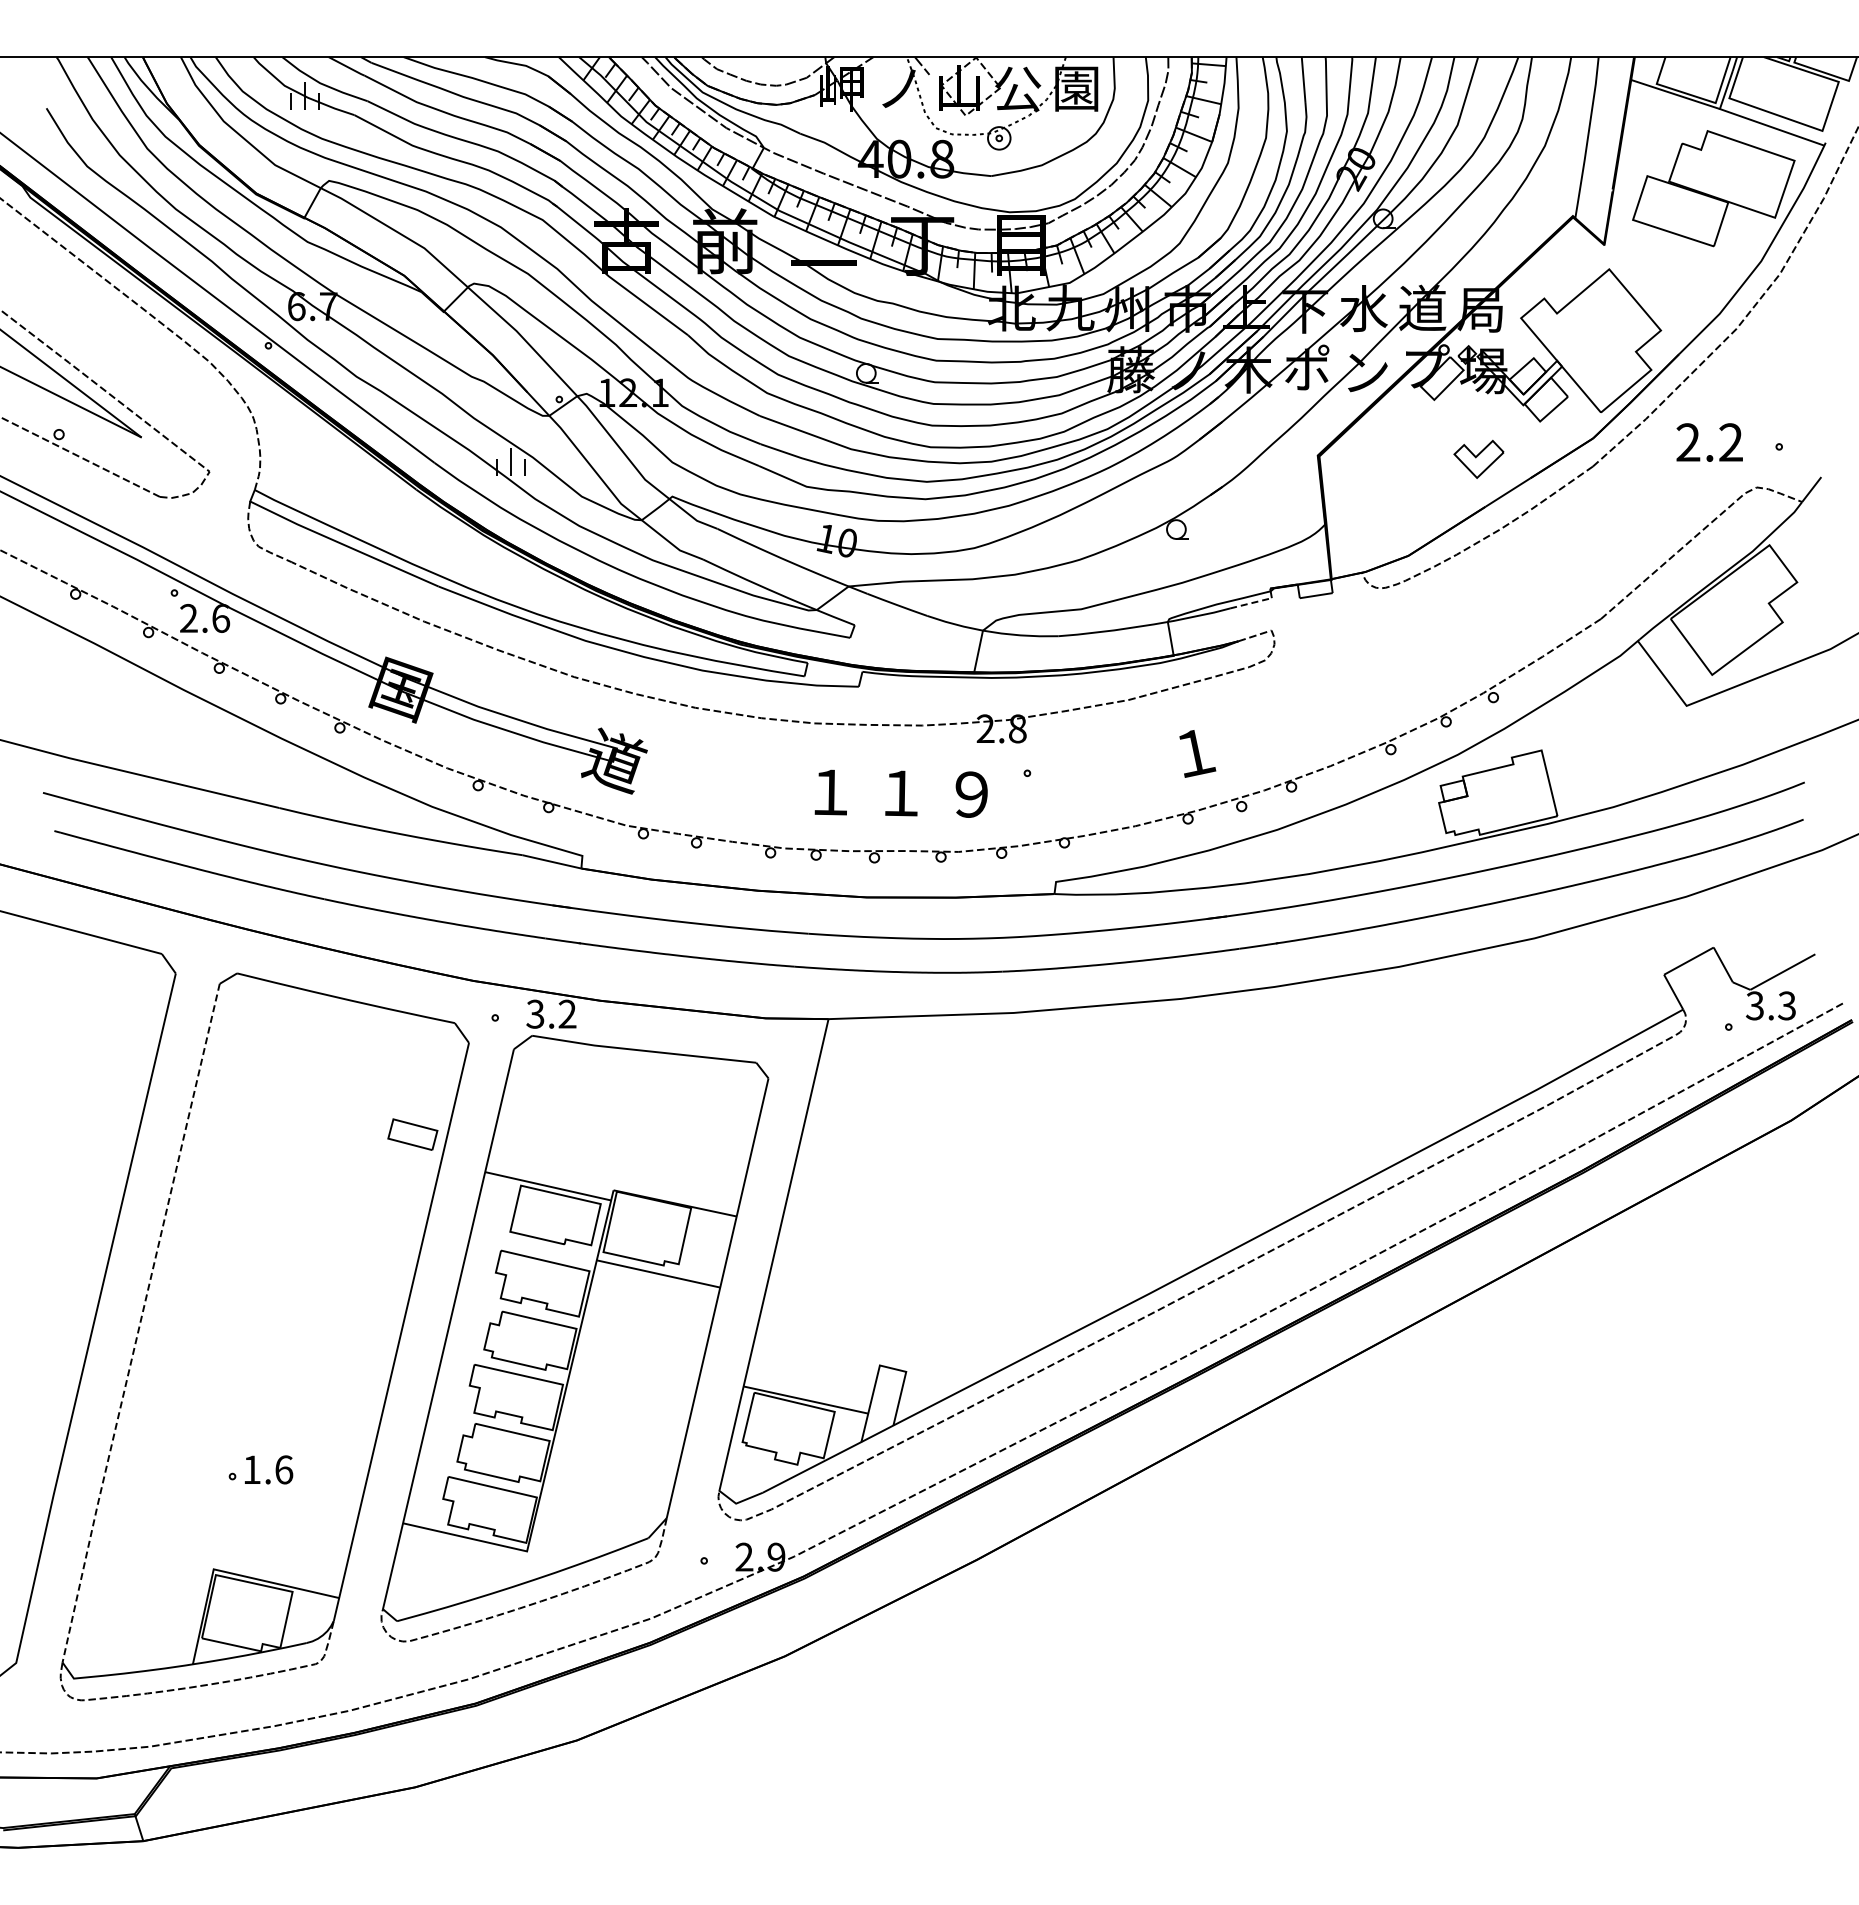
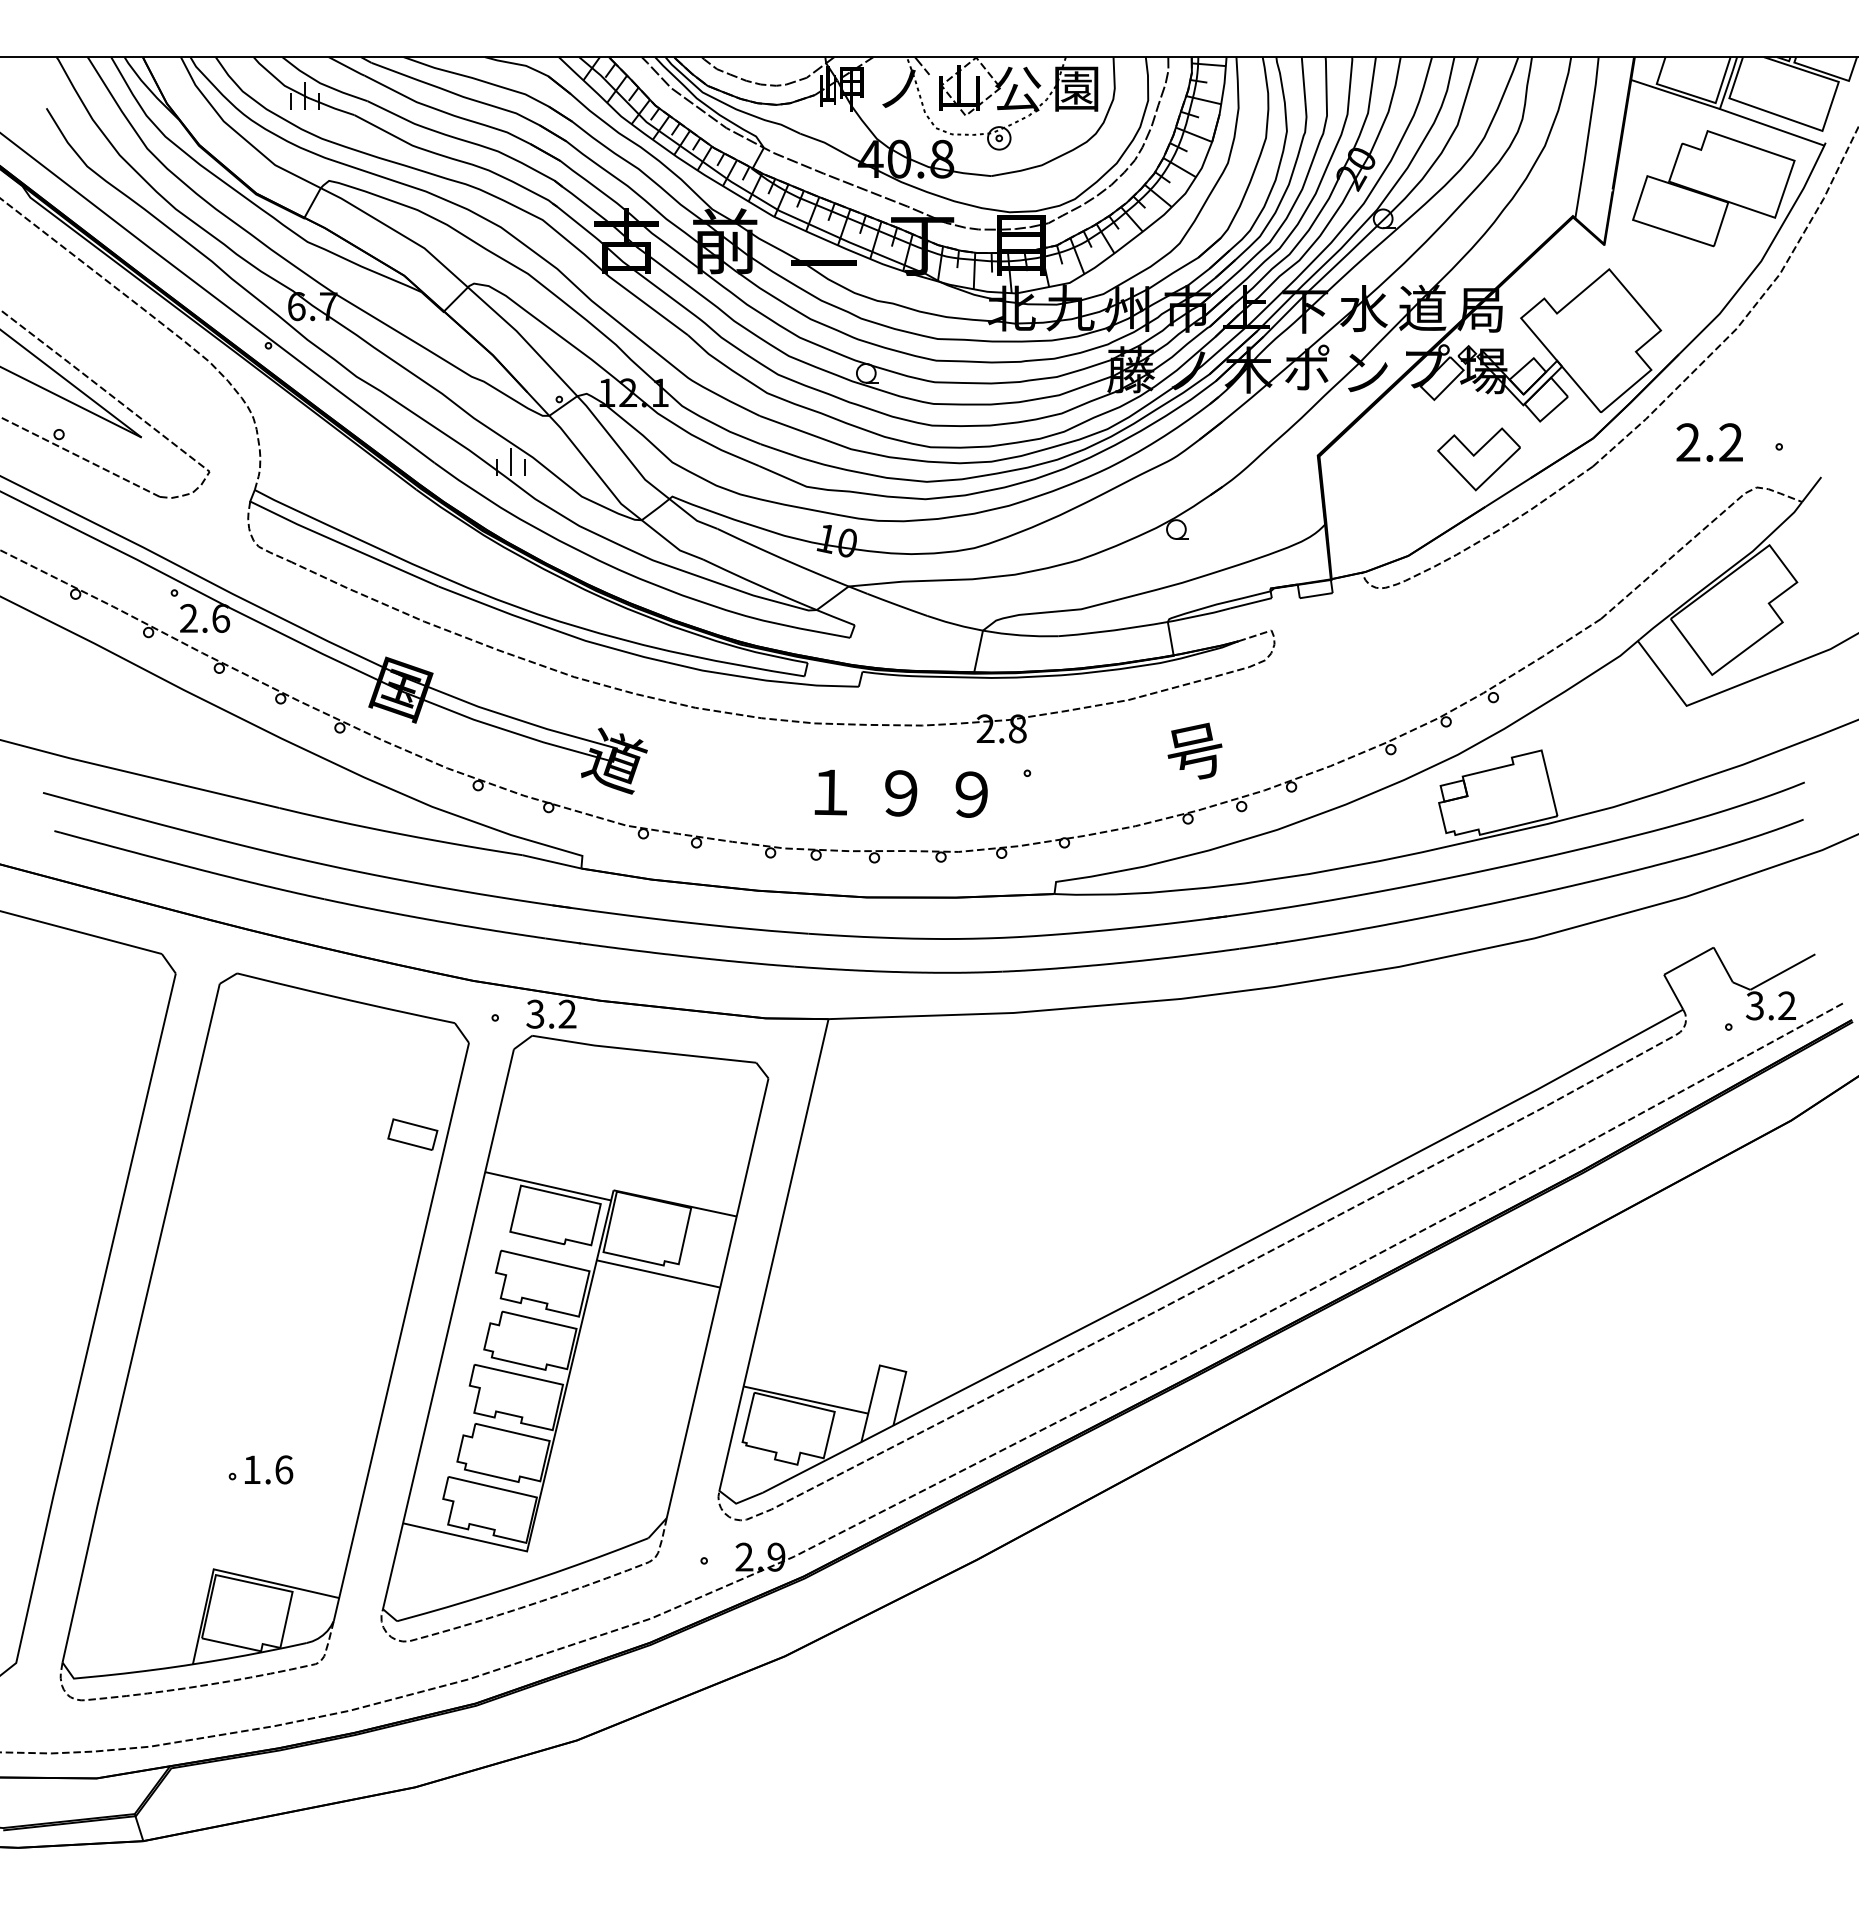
part at (1478, 458) size: 52x40 px -> 84x65 px
line at (1251, 603): dashed -> solid
text at (1194, 750): １ -> 号
text at (901, 793): １ -> ９
text at (1786, 1005): 3.3 -> 3.2
line at (140, 1324): dashed -> solid
